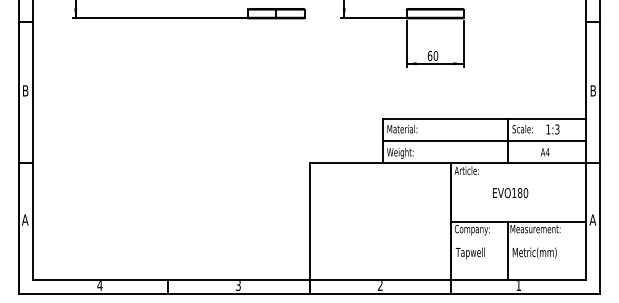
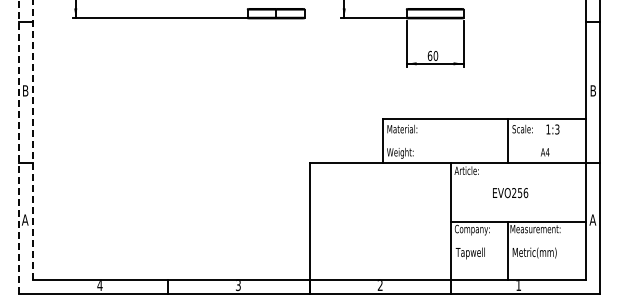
line at (32, 139): solid -> dashed
line at (484, 141): present -> none
line at (18, 147): solid -> dashed
text at (520, 193): EVO180 -> EVO256
